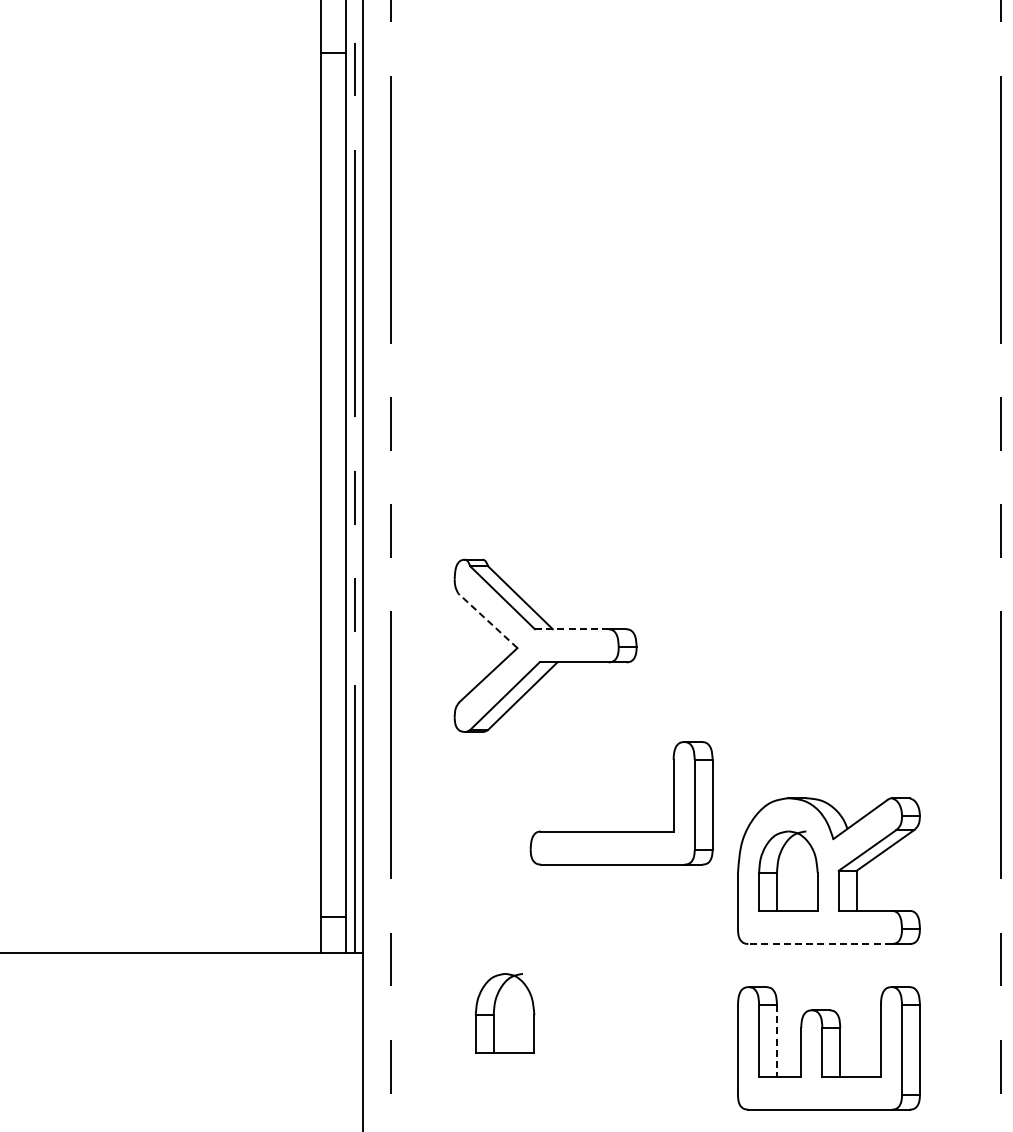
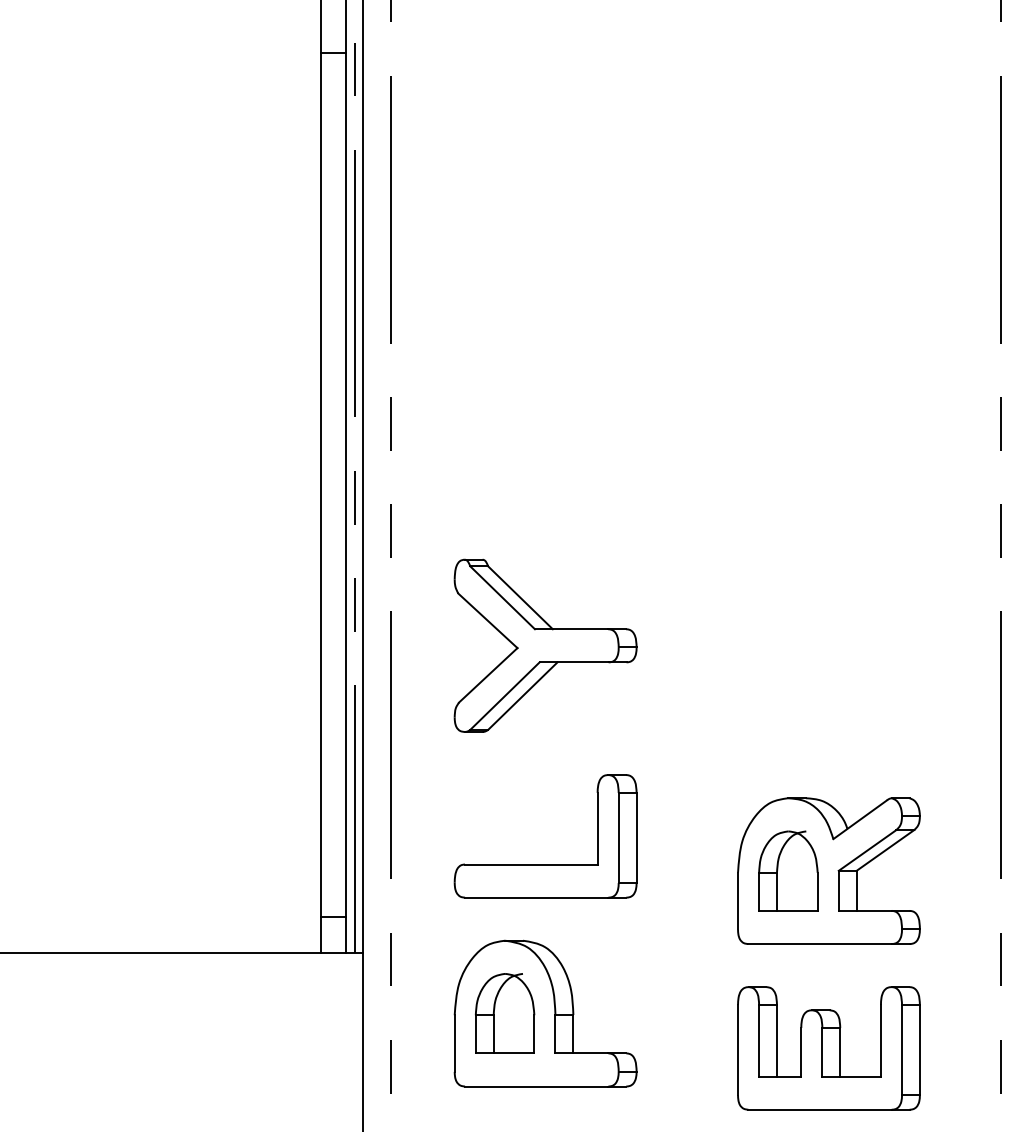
line at (487, 620): dashed -> solid
line at (571, 629): dashed -> solid
part at (621, 831) position: (621, 831) -> (545, 864)
line at (820, 944): dashed -> solid
part at (545, 1013): none -> present
line at (776, 1040): dashed -> solid
